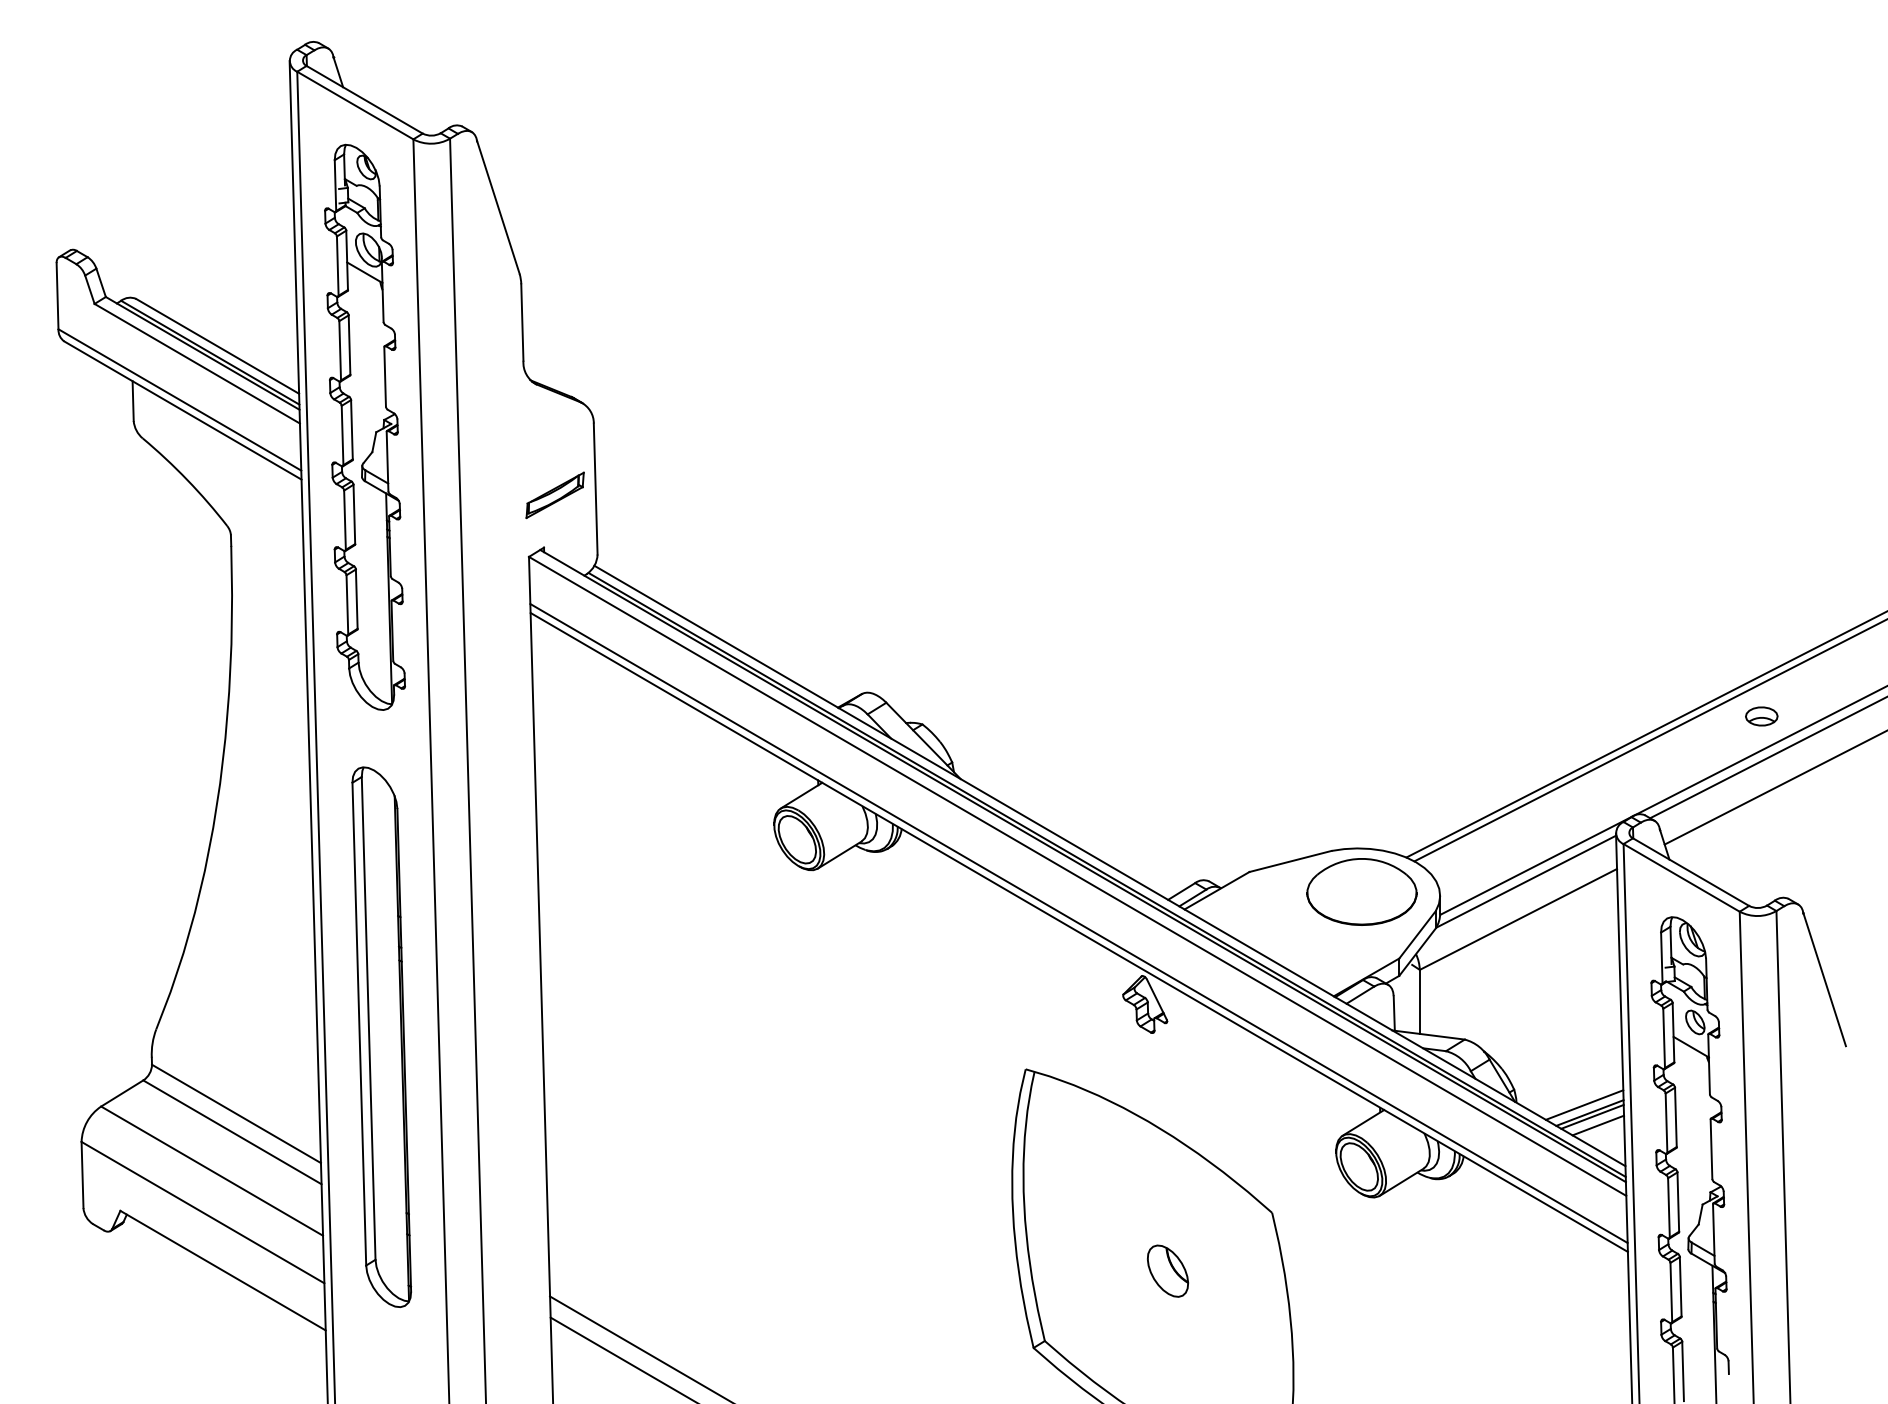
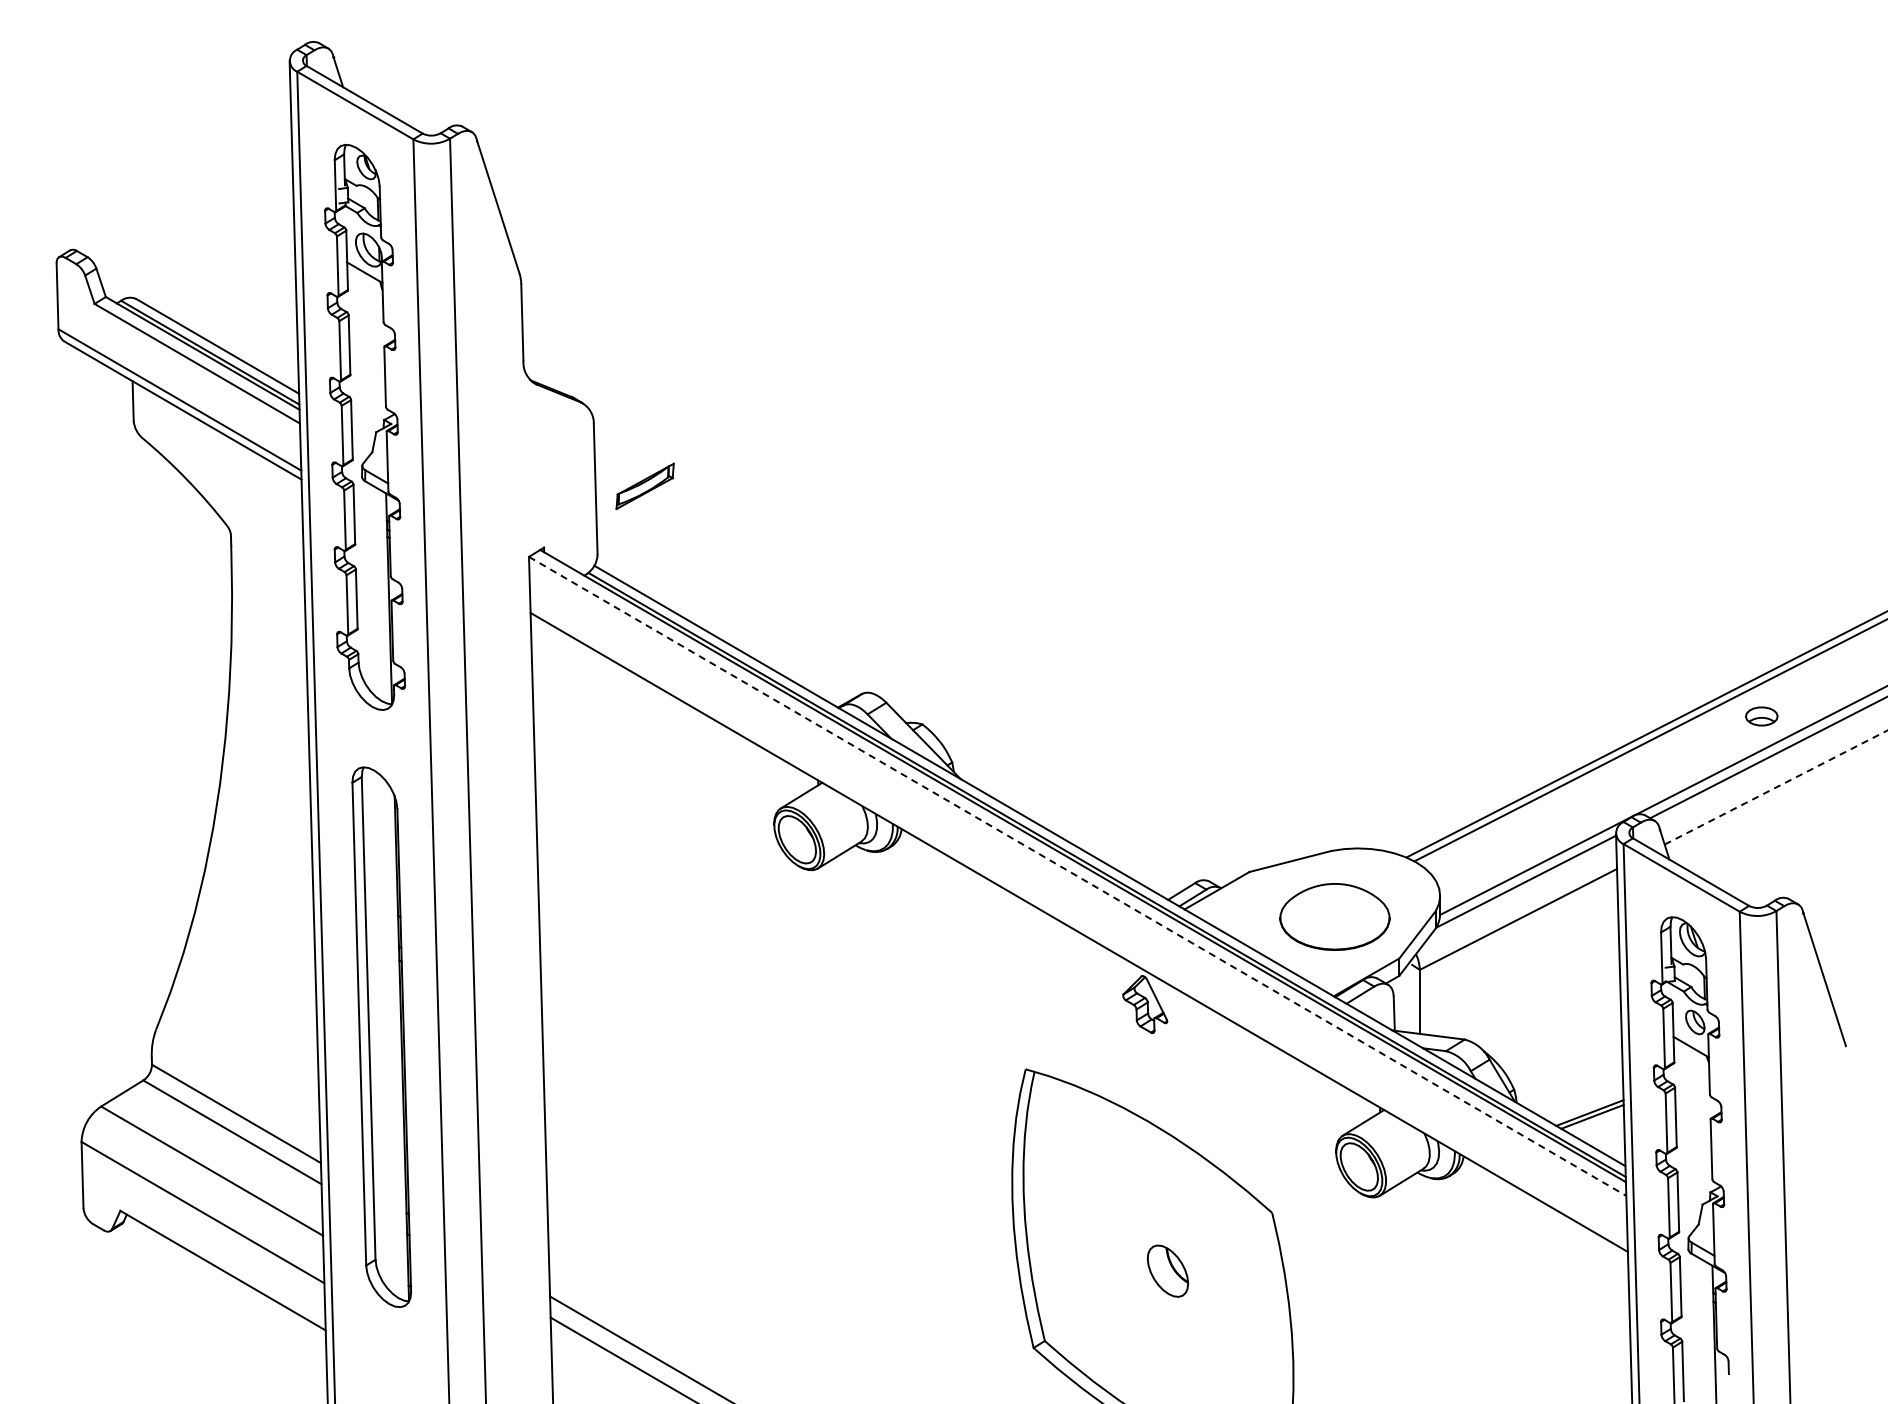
part at (554, 495) position: (554, 495) -> (644, 486)
line at (1775, 787): solid -> dashed
line at (1077, 876): solid -> dashed
part at (1361, 891) position: (1361, 891) -> (1334, 916)
line at (1078, 923): present -> none
line at (1584, 1104): present -> none
line at (1598, 1125): present -> none
